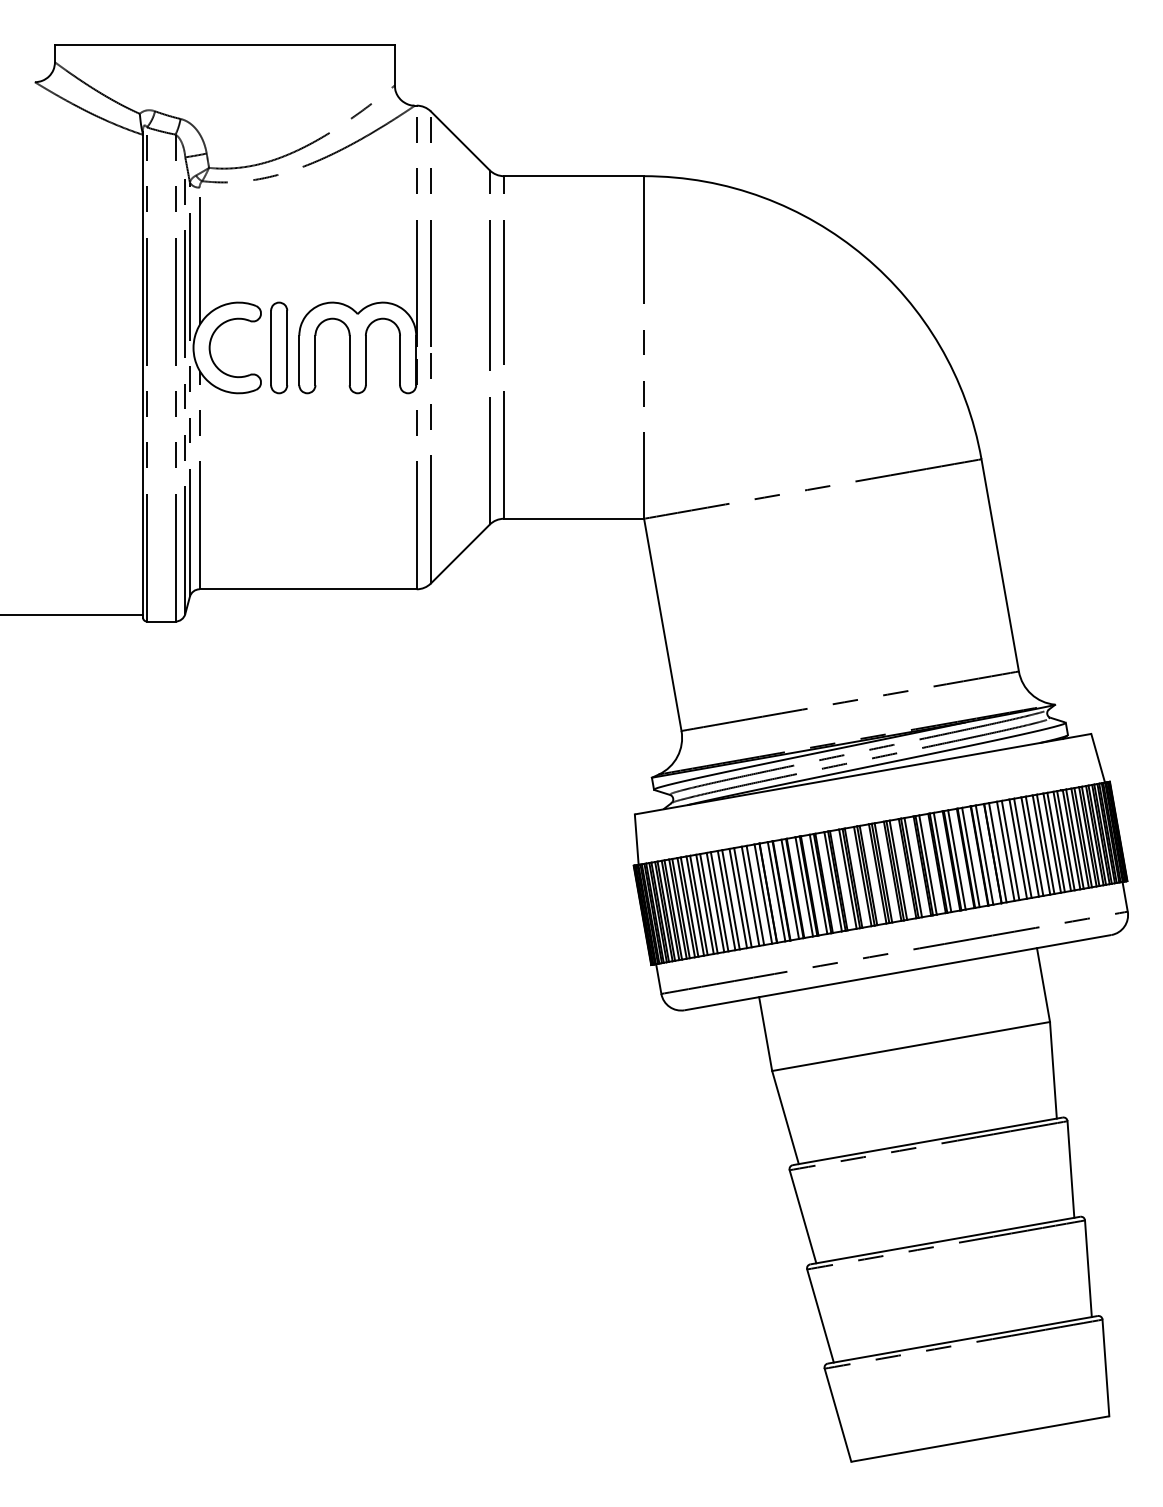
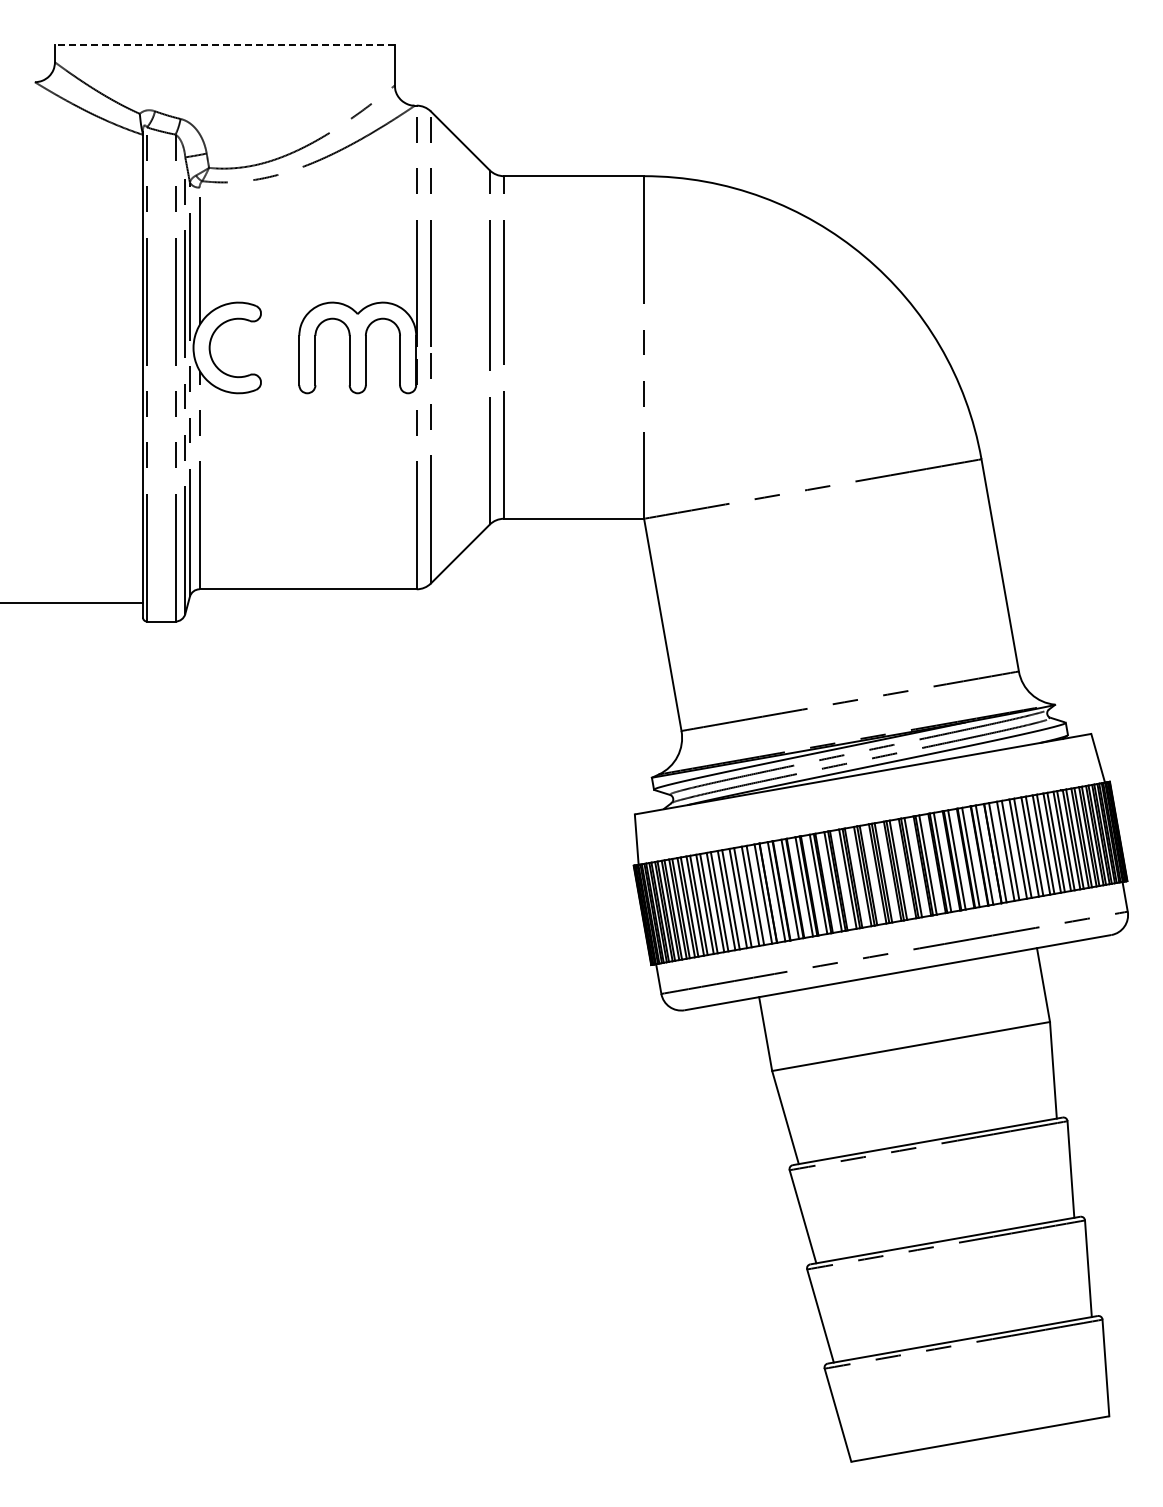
line at (224, 45): solid -> dashed
part at (279, 347): present -> none
line at (72, 614) position: (72, 614) -> (72, 602)
